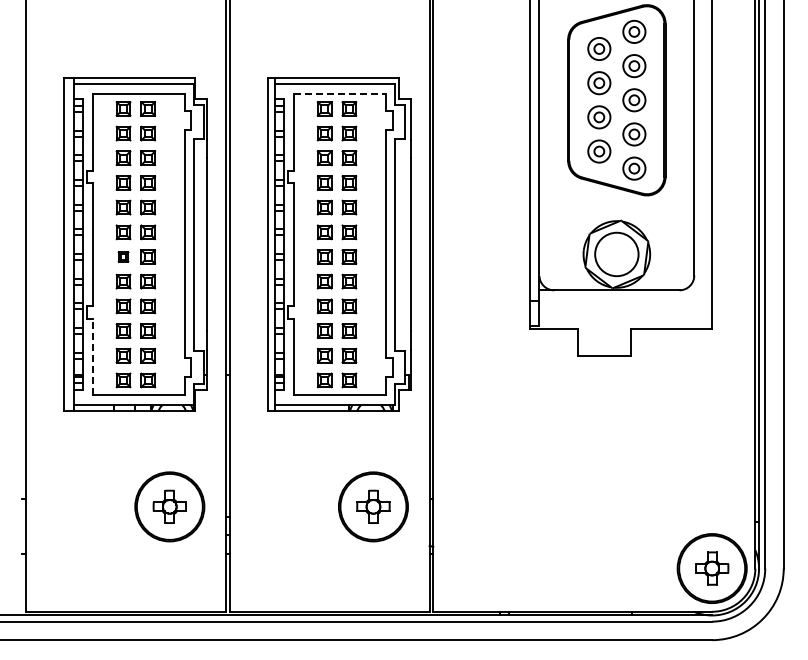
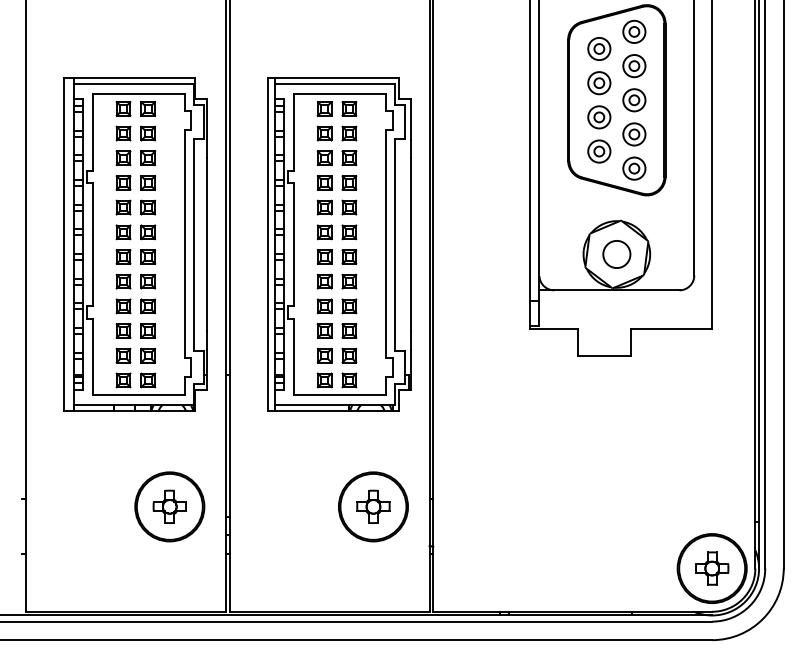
line at (340, 94): dashed -> solid
circle at (616, 254) diameter: 43 px -> 27 px
part at (123, 256) size: 13x12 px -> 17x16 px
line at (92, 356): dashed -> solid
